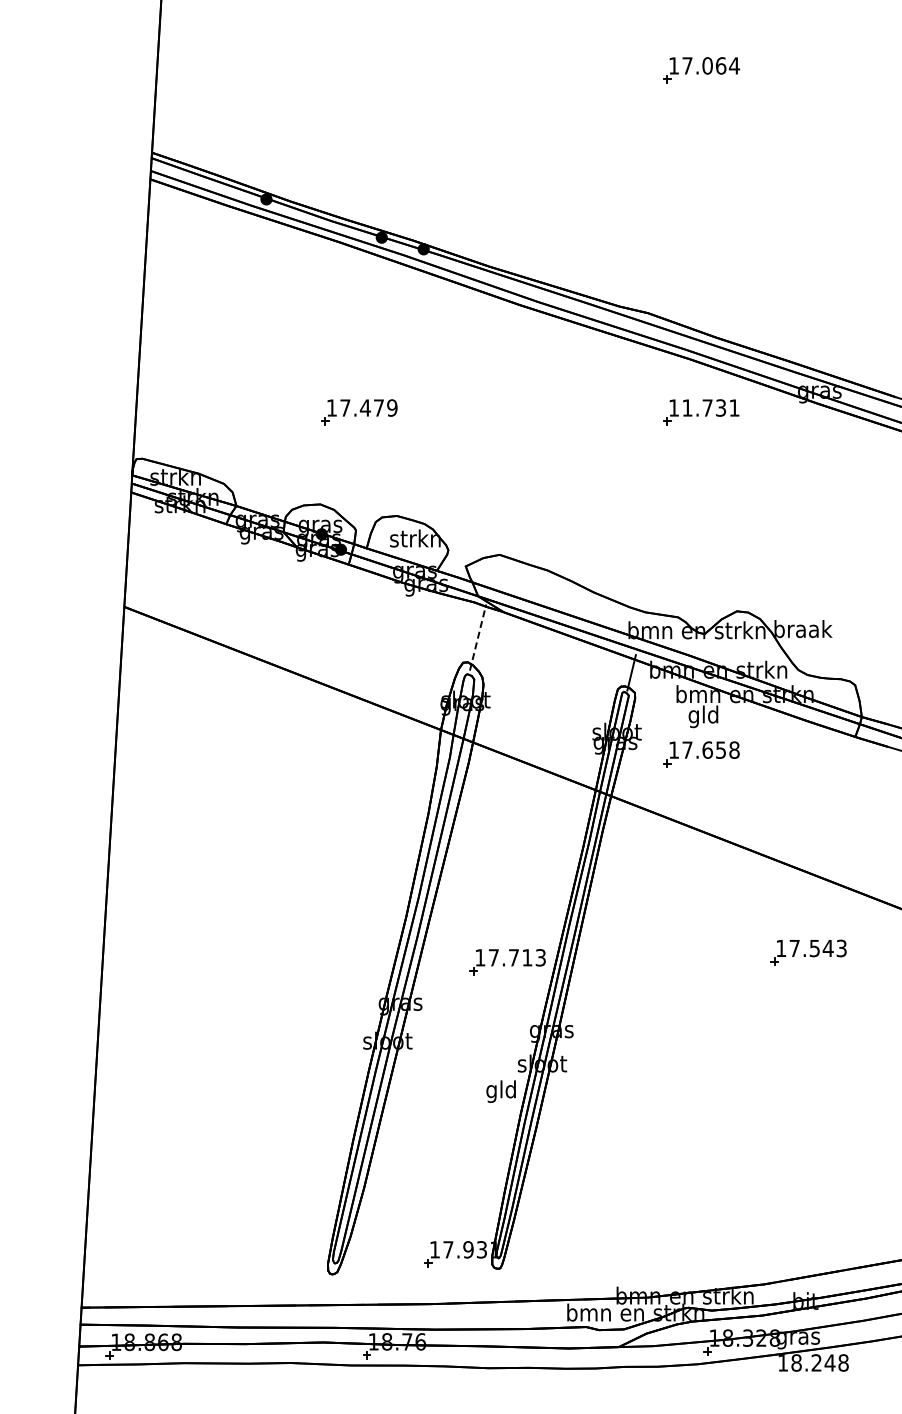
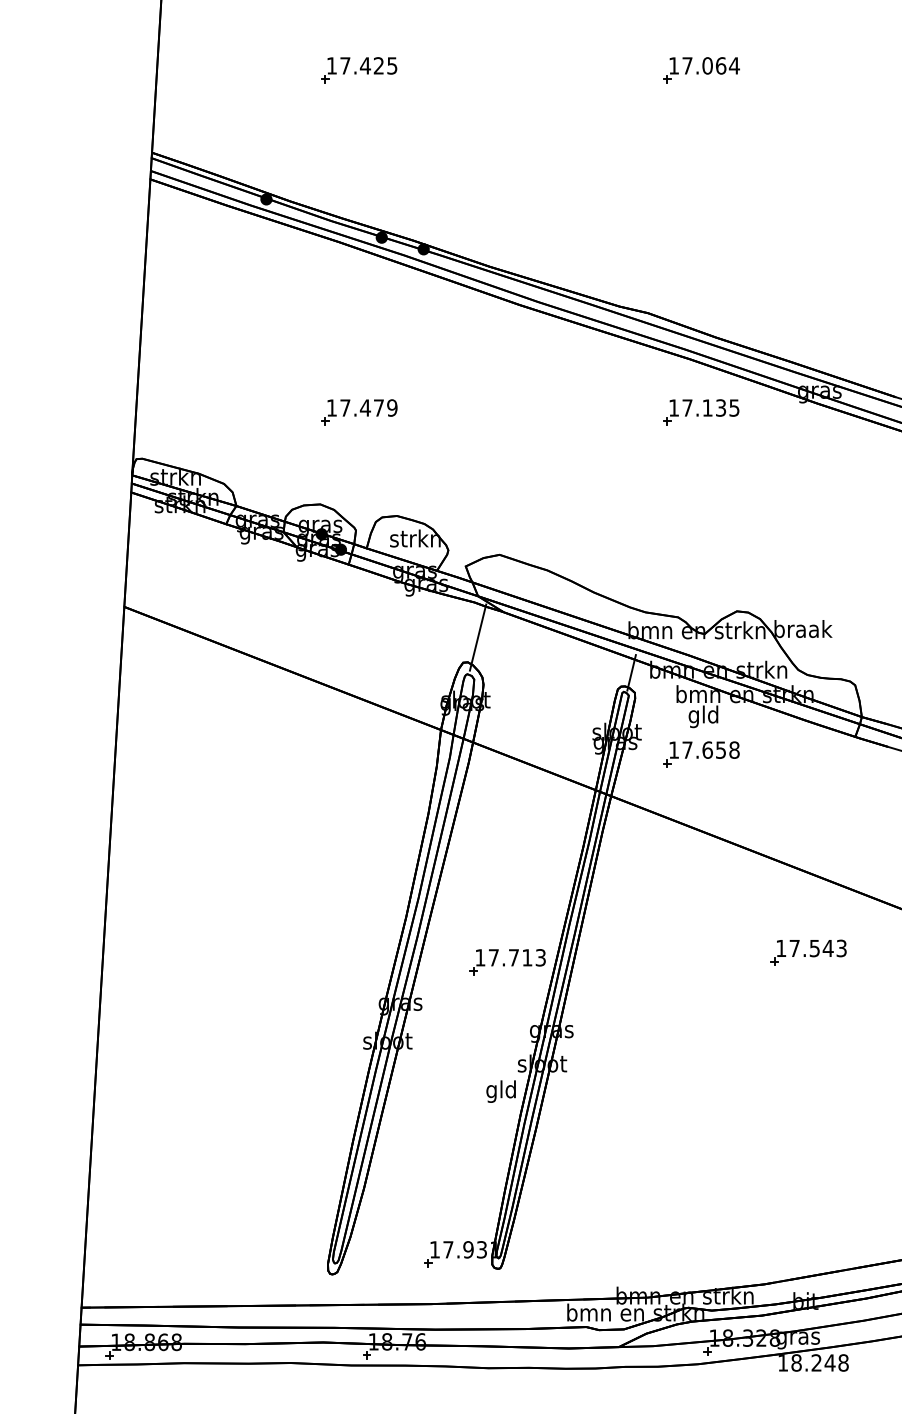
part at (359, 70): none -> present
text at (710, 407): 11.731 -> 17.135
line at (478, 637): dashed -> solid
